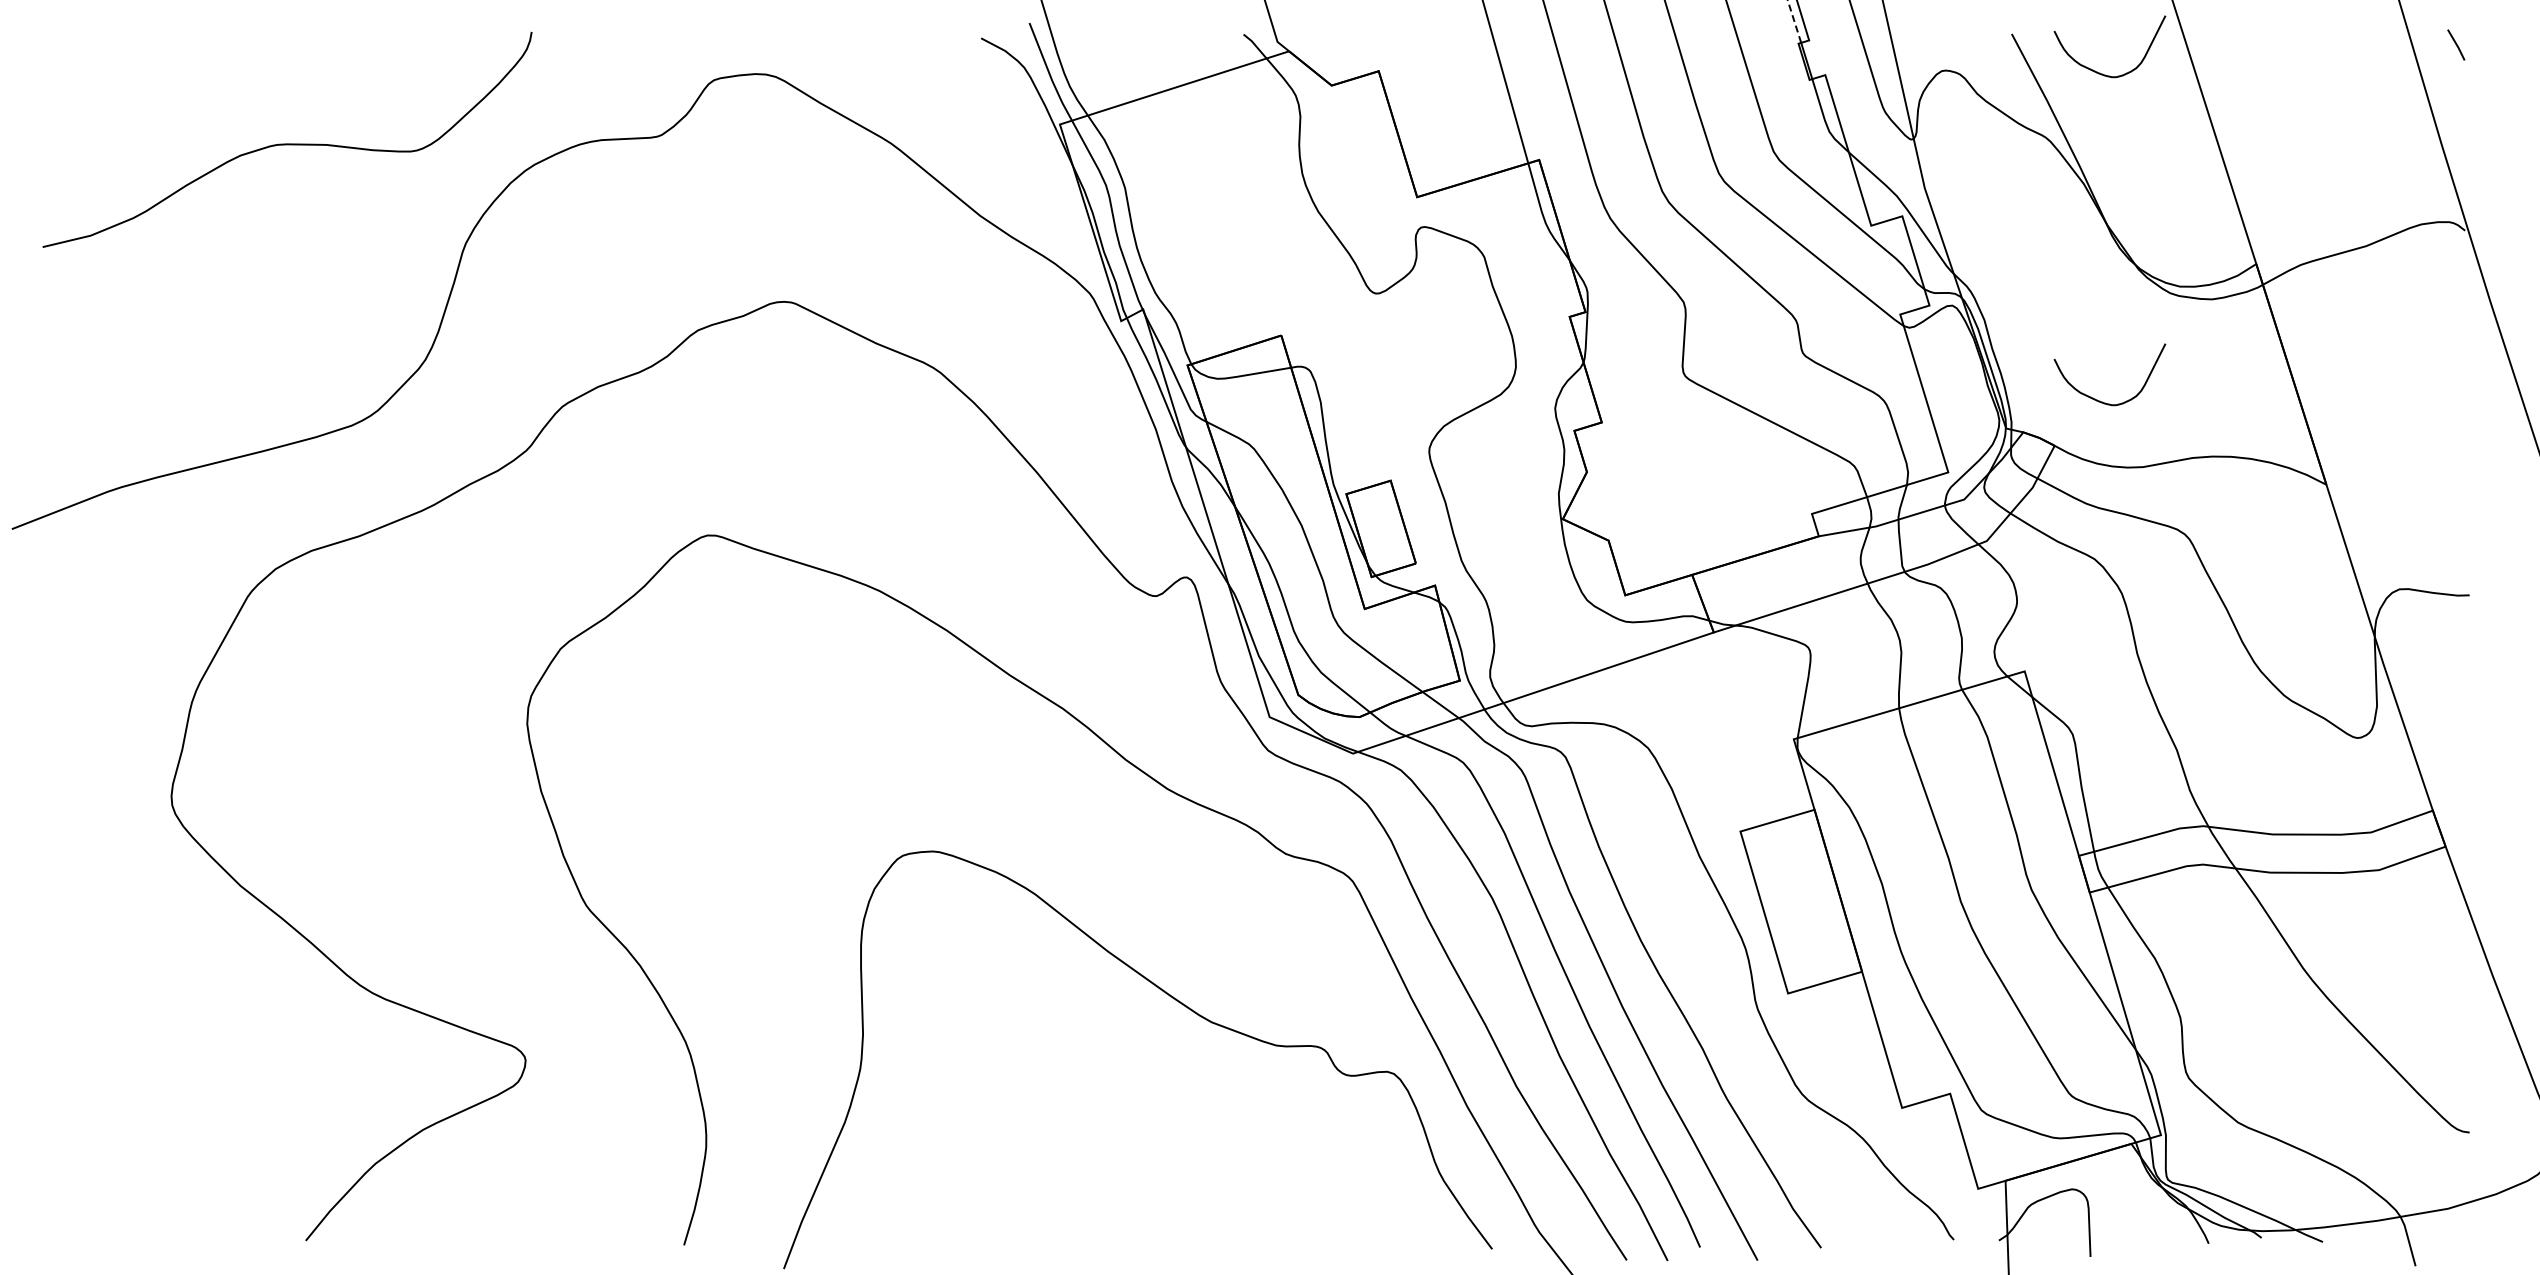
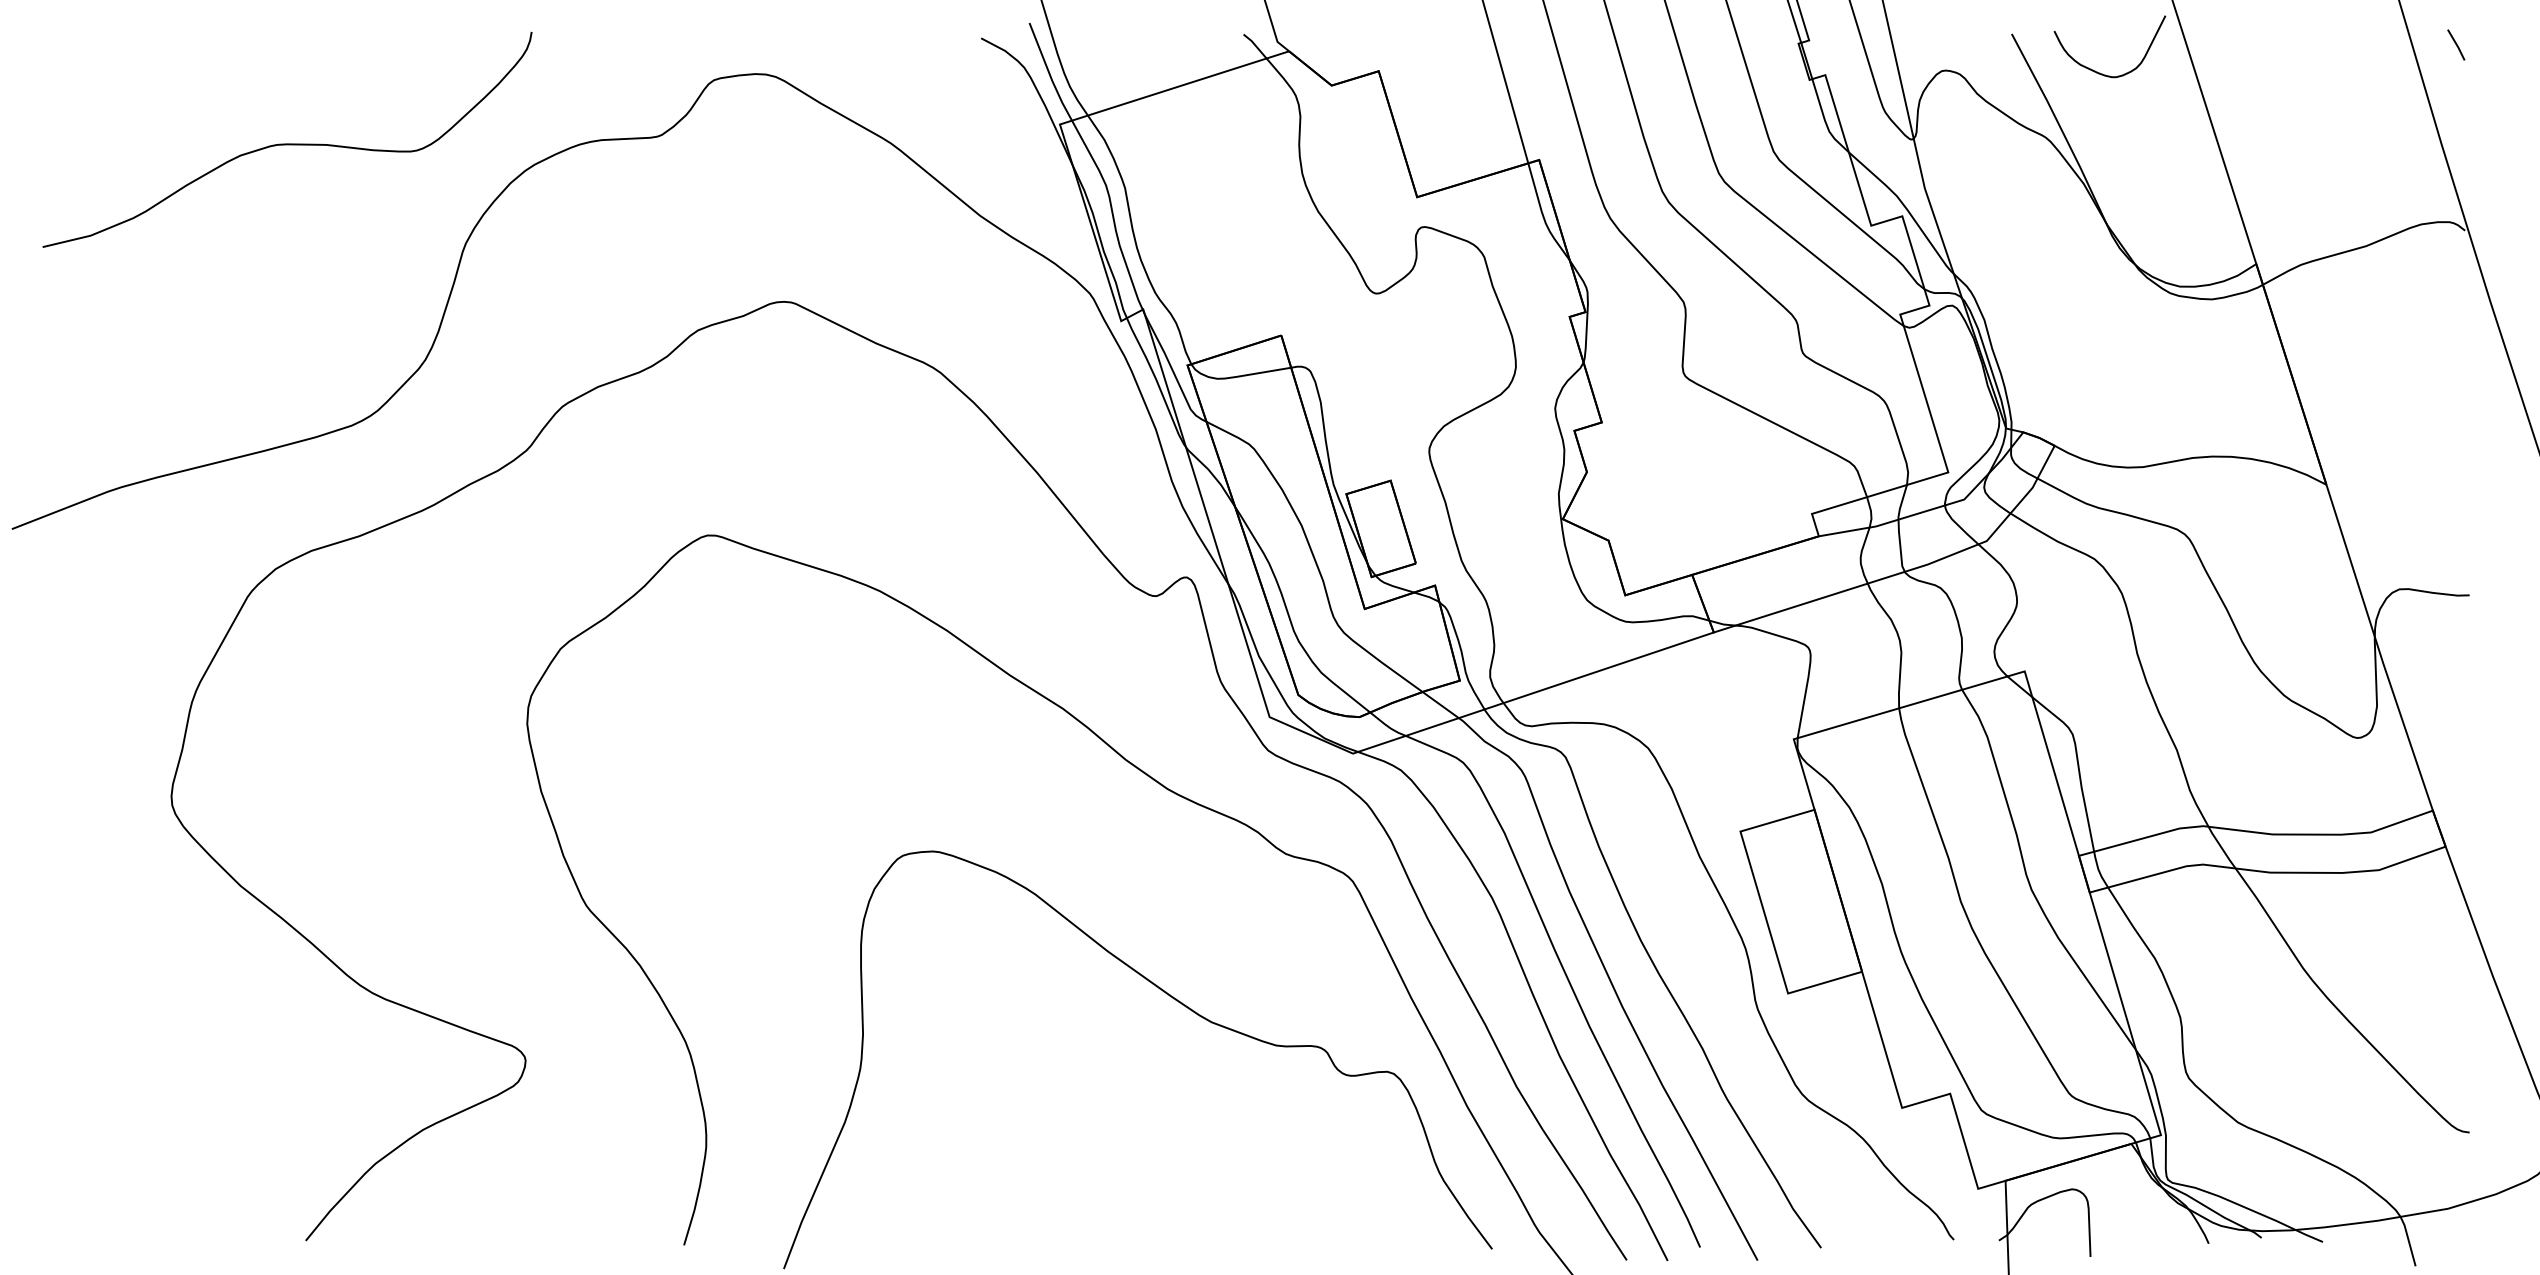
line at (1794, 21): dashed -> solid
curve at (2097, 399): present -> none
